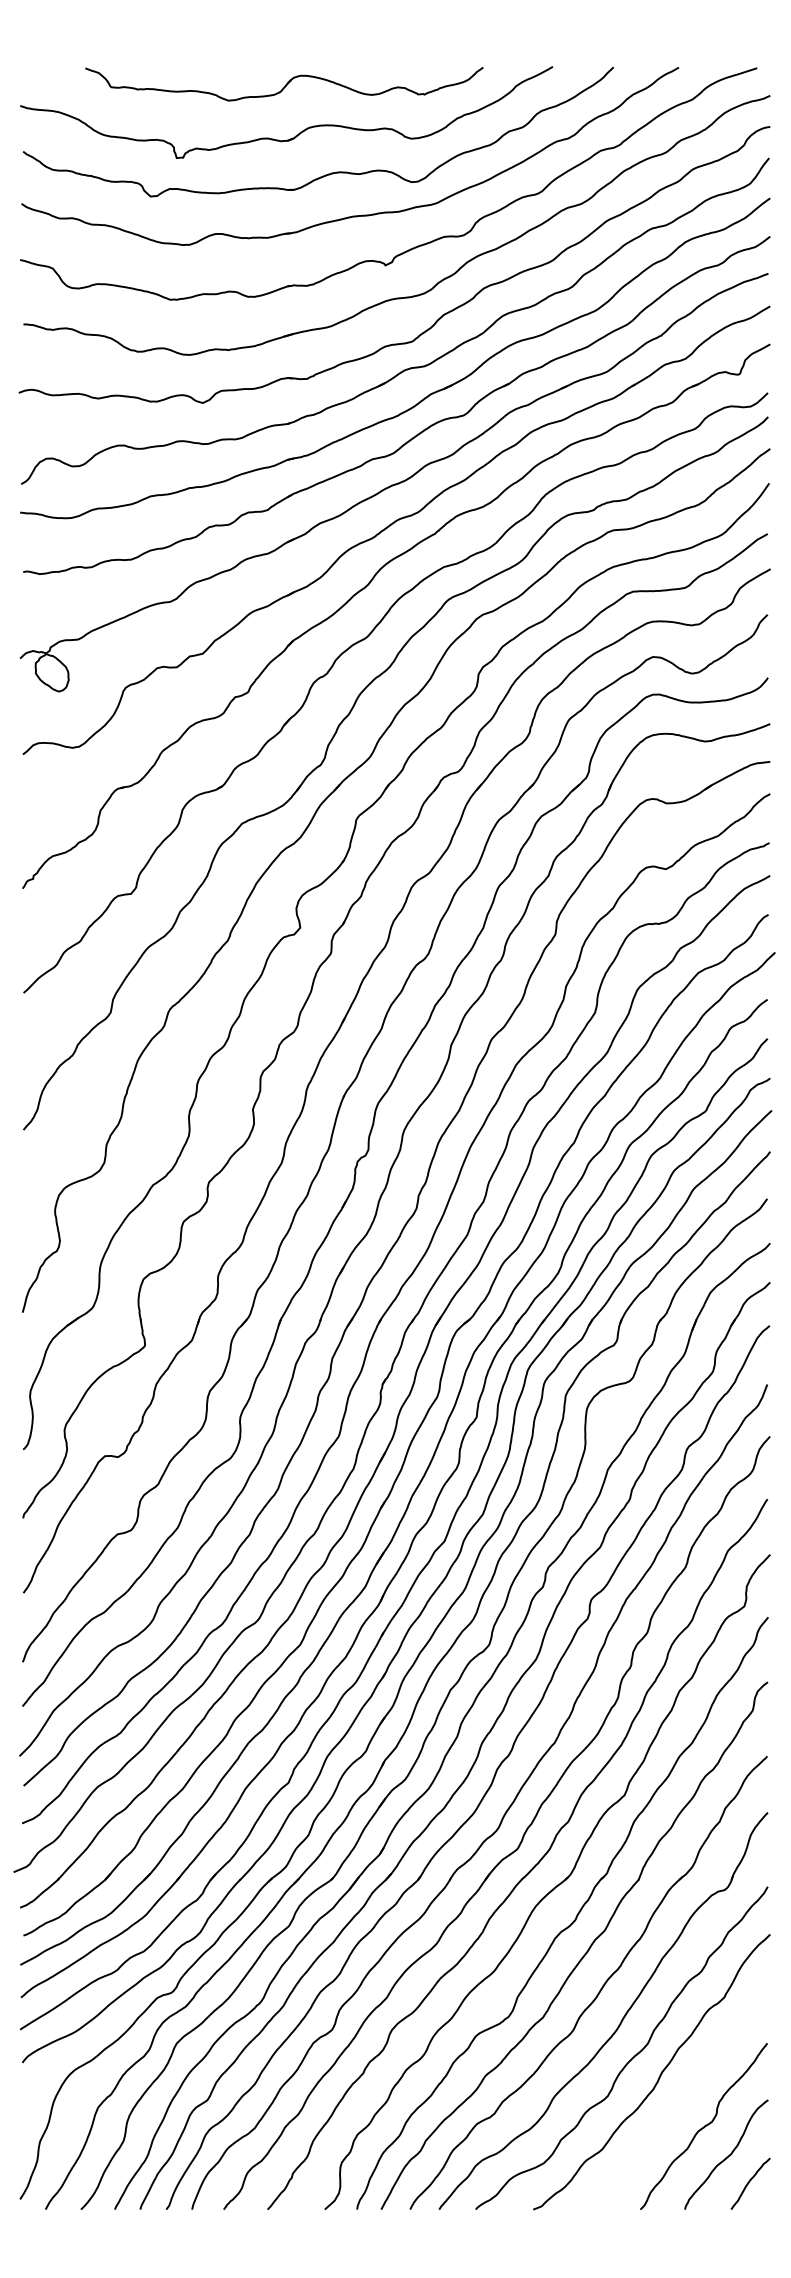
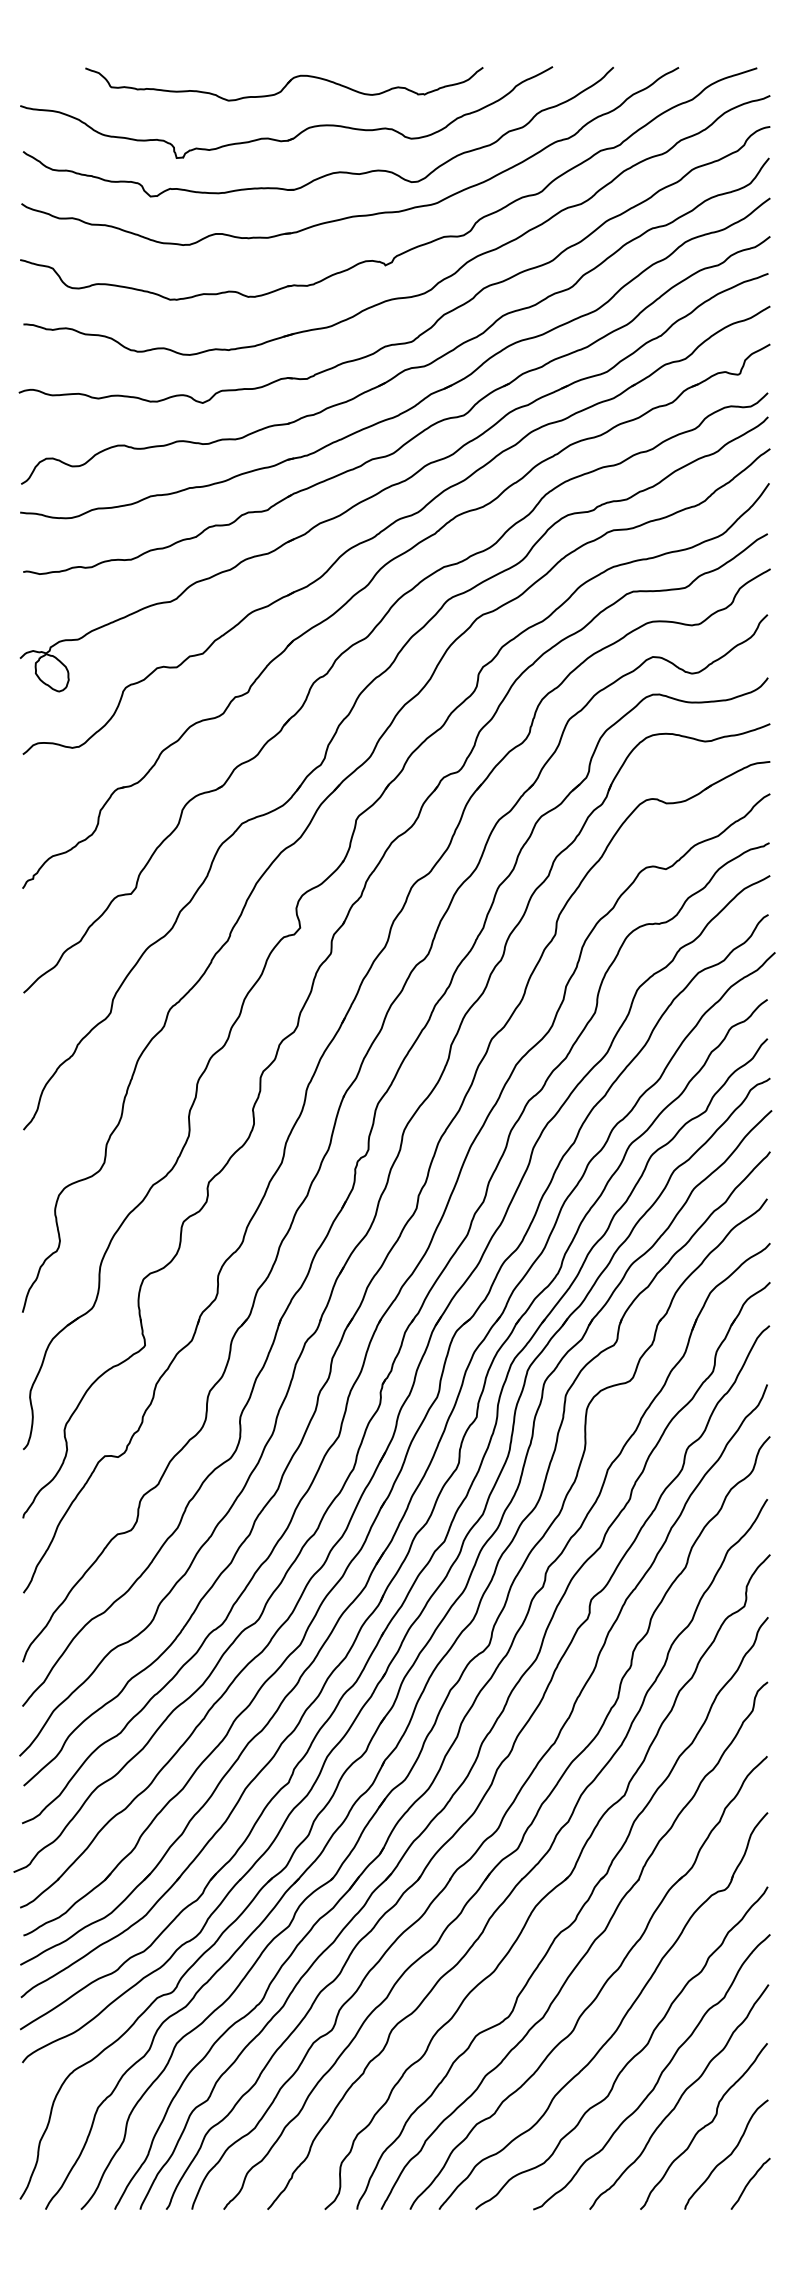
curve at (680, 2096): none -> present
